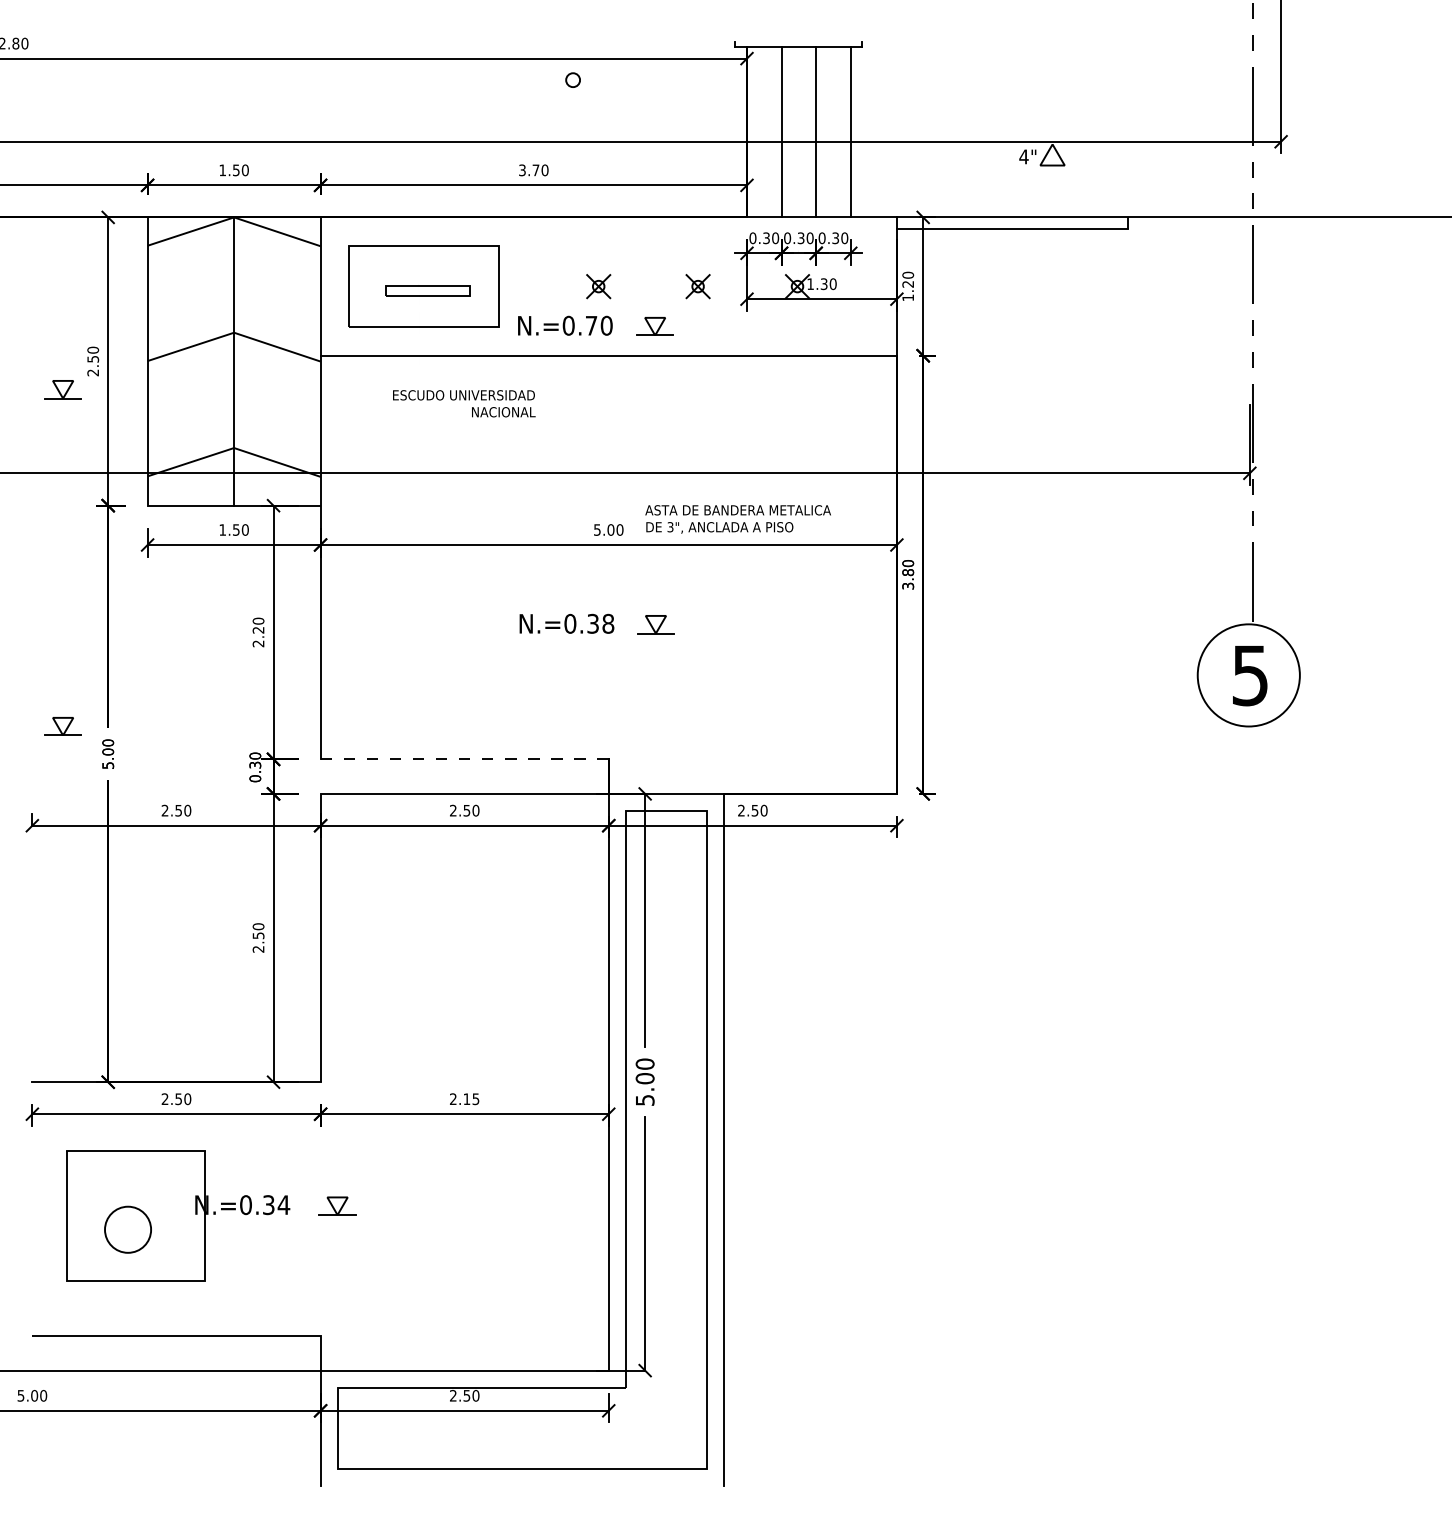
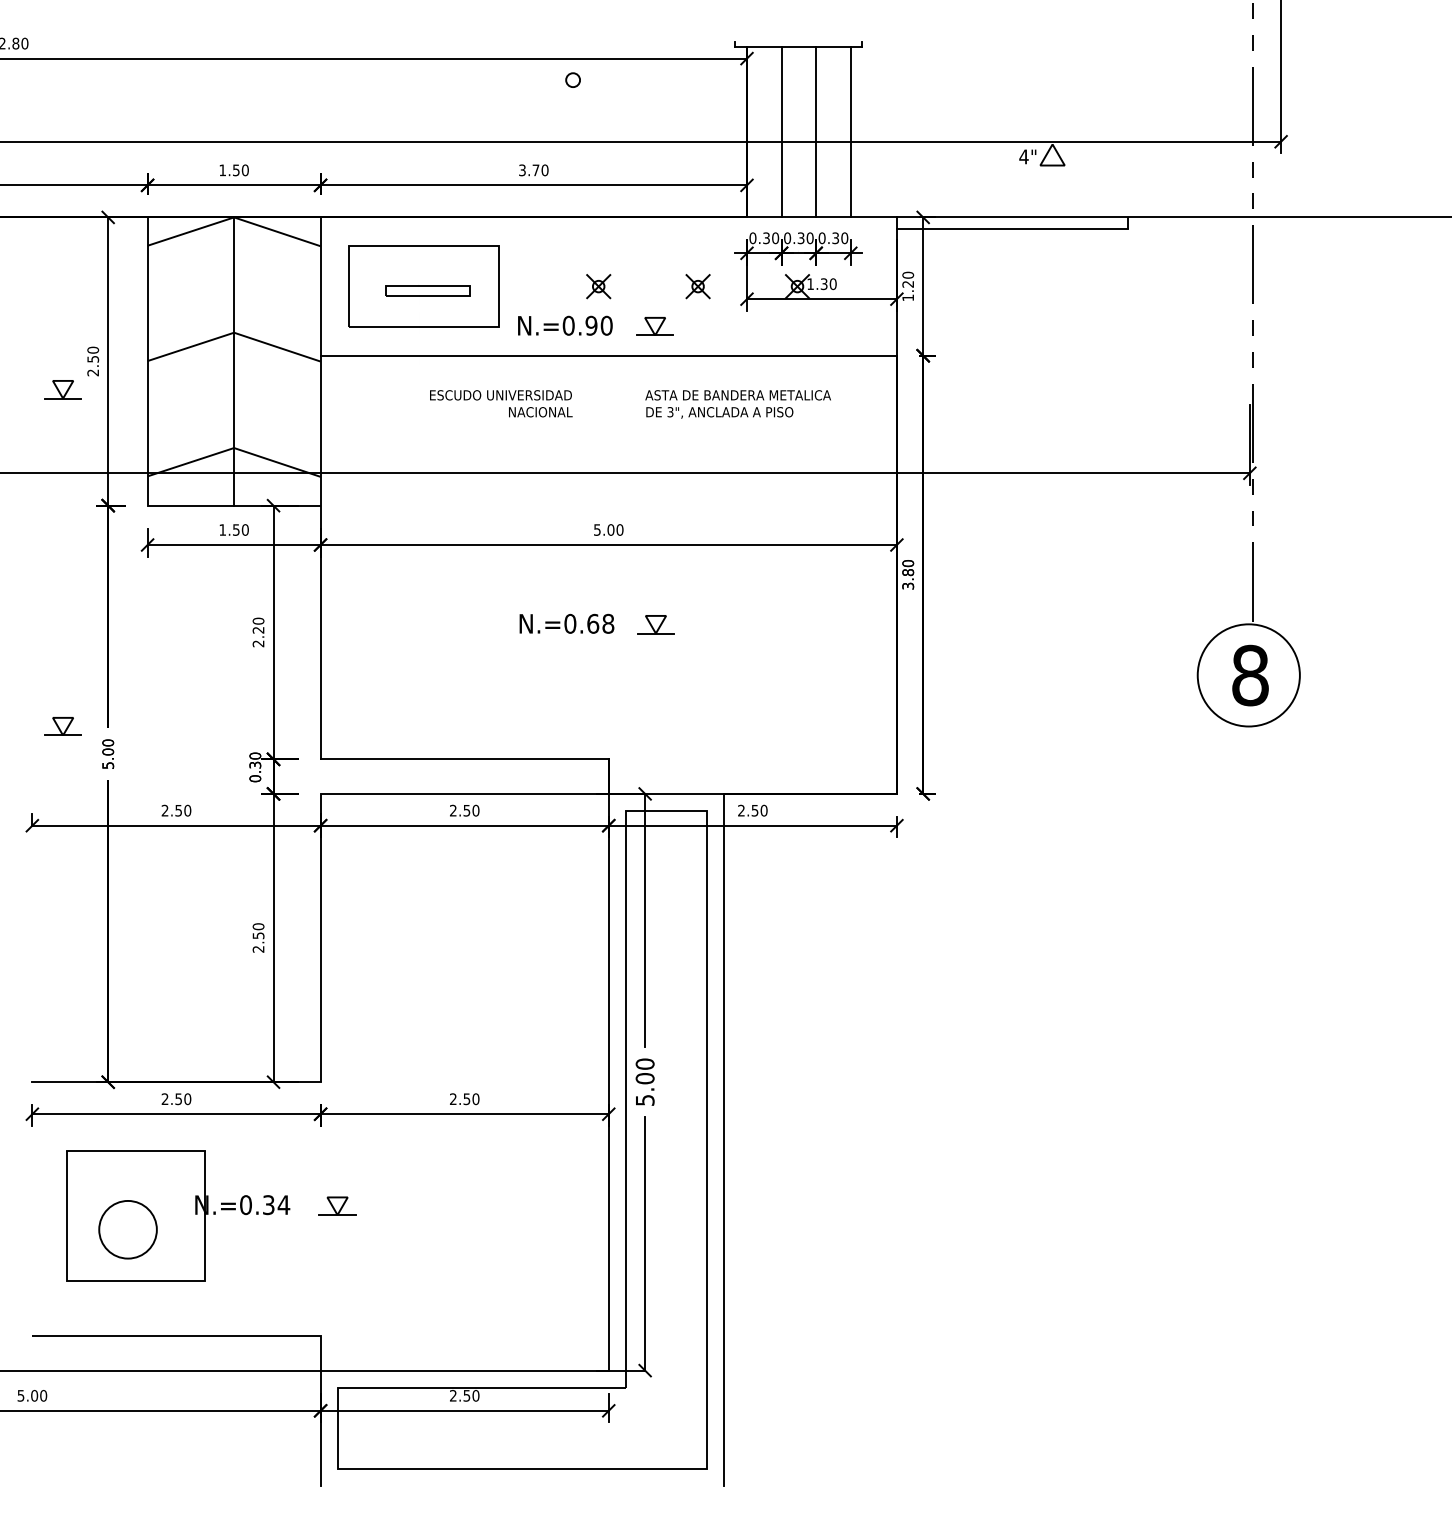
text at (591, 325): N.=0.70 -> N.=0.90
text at (464, 403) position: (464, 403) -> (501, 403)
text at (737, 519) position: (737, 519) -> (737, 404)
text at (593, 623): N.=0.38 -> N.=0.68
text at (1250, 675): 5 -> 8
line at (464, 759): dashed -> solid
text at (471, 1099): 2.15 -> 2.50
circle at (128, 1229) diameter: 46 px -> 58 px
